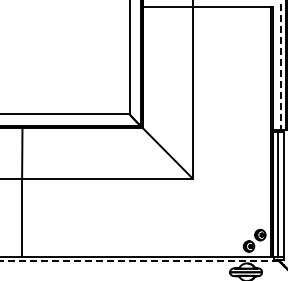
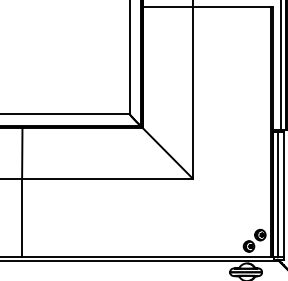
line at (280, 64): dashed -> solid
line at (139, 261): dashed -> solid
